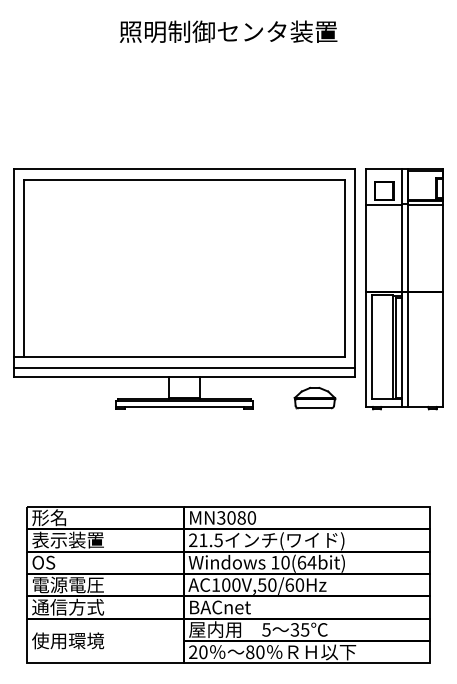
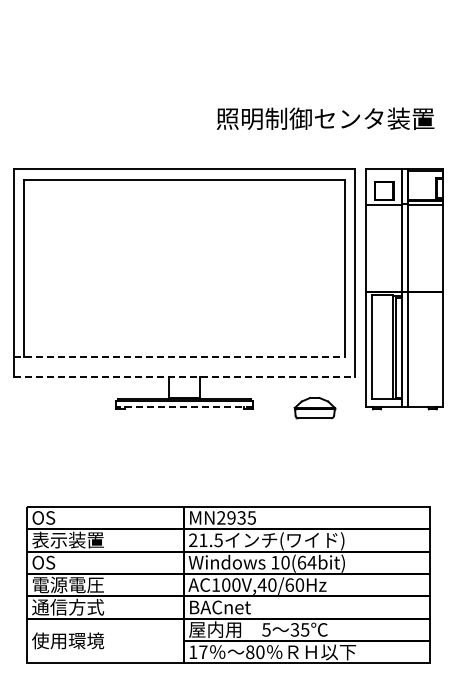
text at (228, 31) position: (228, 31) -> (325, 118)
line at (179, 357): solid -> dashed
line at (184, 367): present -> none
line at (184, 377): solid -> dashed
part at (314, 397) position: (314, 397) -> (314, 407)
line at (183, 406): solid -> dashed
text at (49, 517): 形名 -> OS
text at (236, 517): MN3080 -> MN2935
text at (261, 584): AC100V,50/60Hz -> AC100V,40/60Hz
text at (198, 652): 20 -> 17
